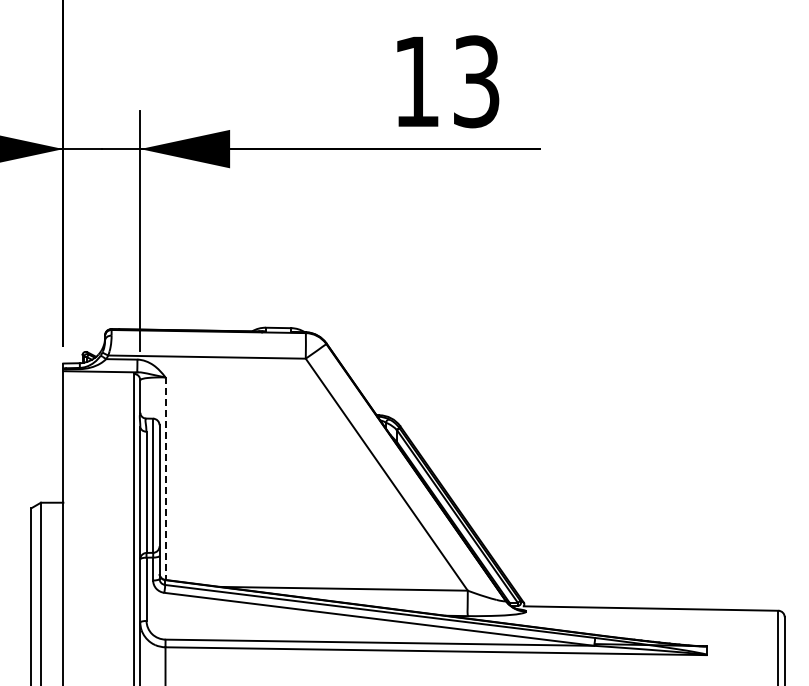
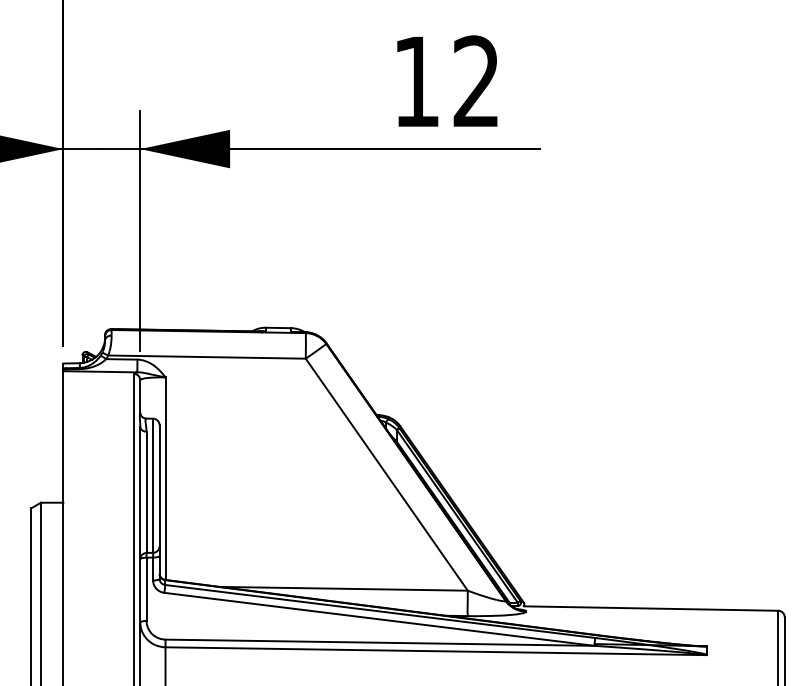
text at (476, 81): 13 -> 12
line at (165, 479): dashed -> solid
